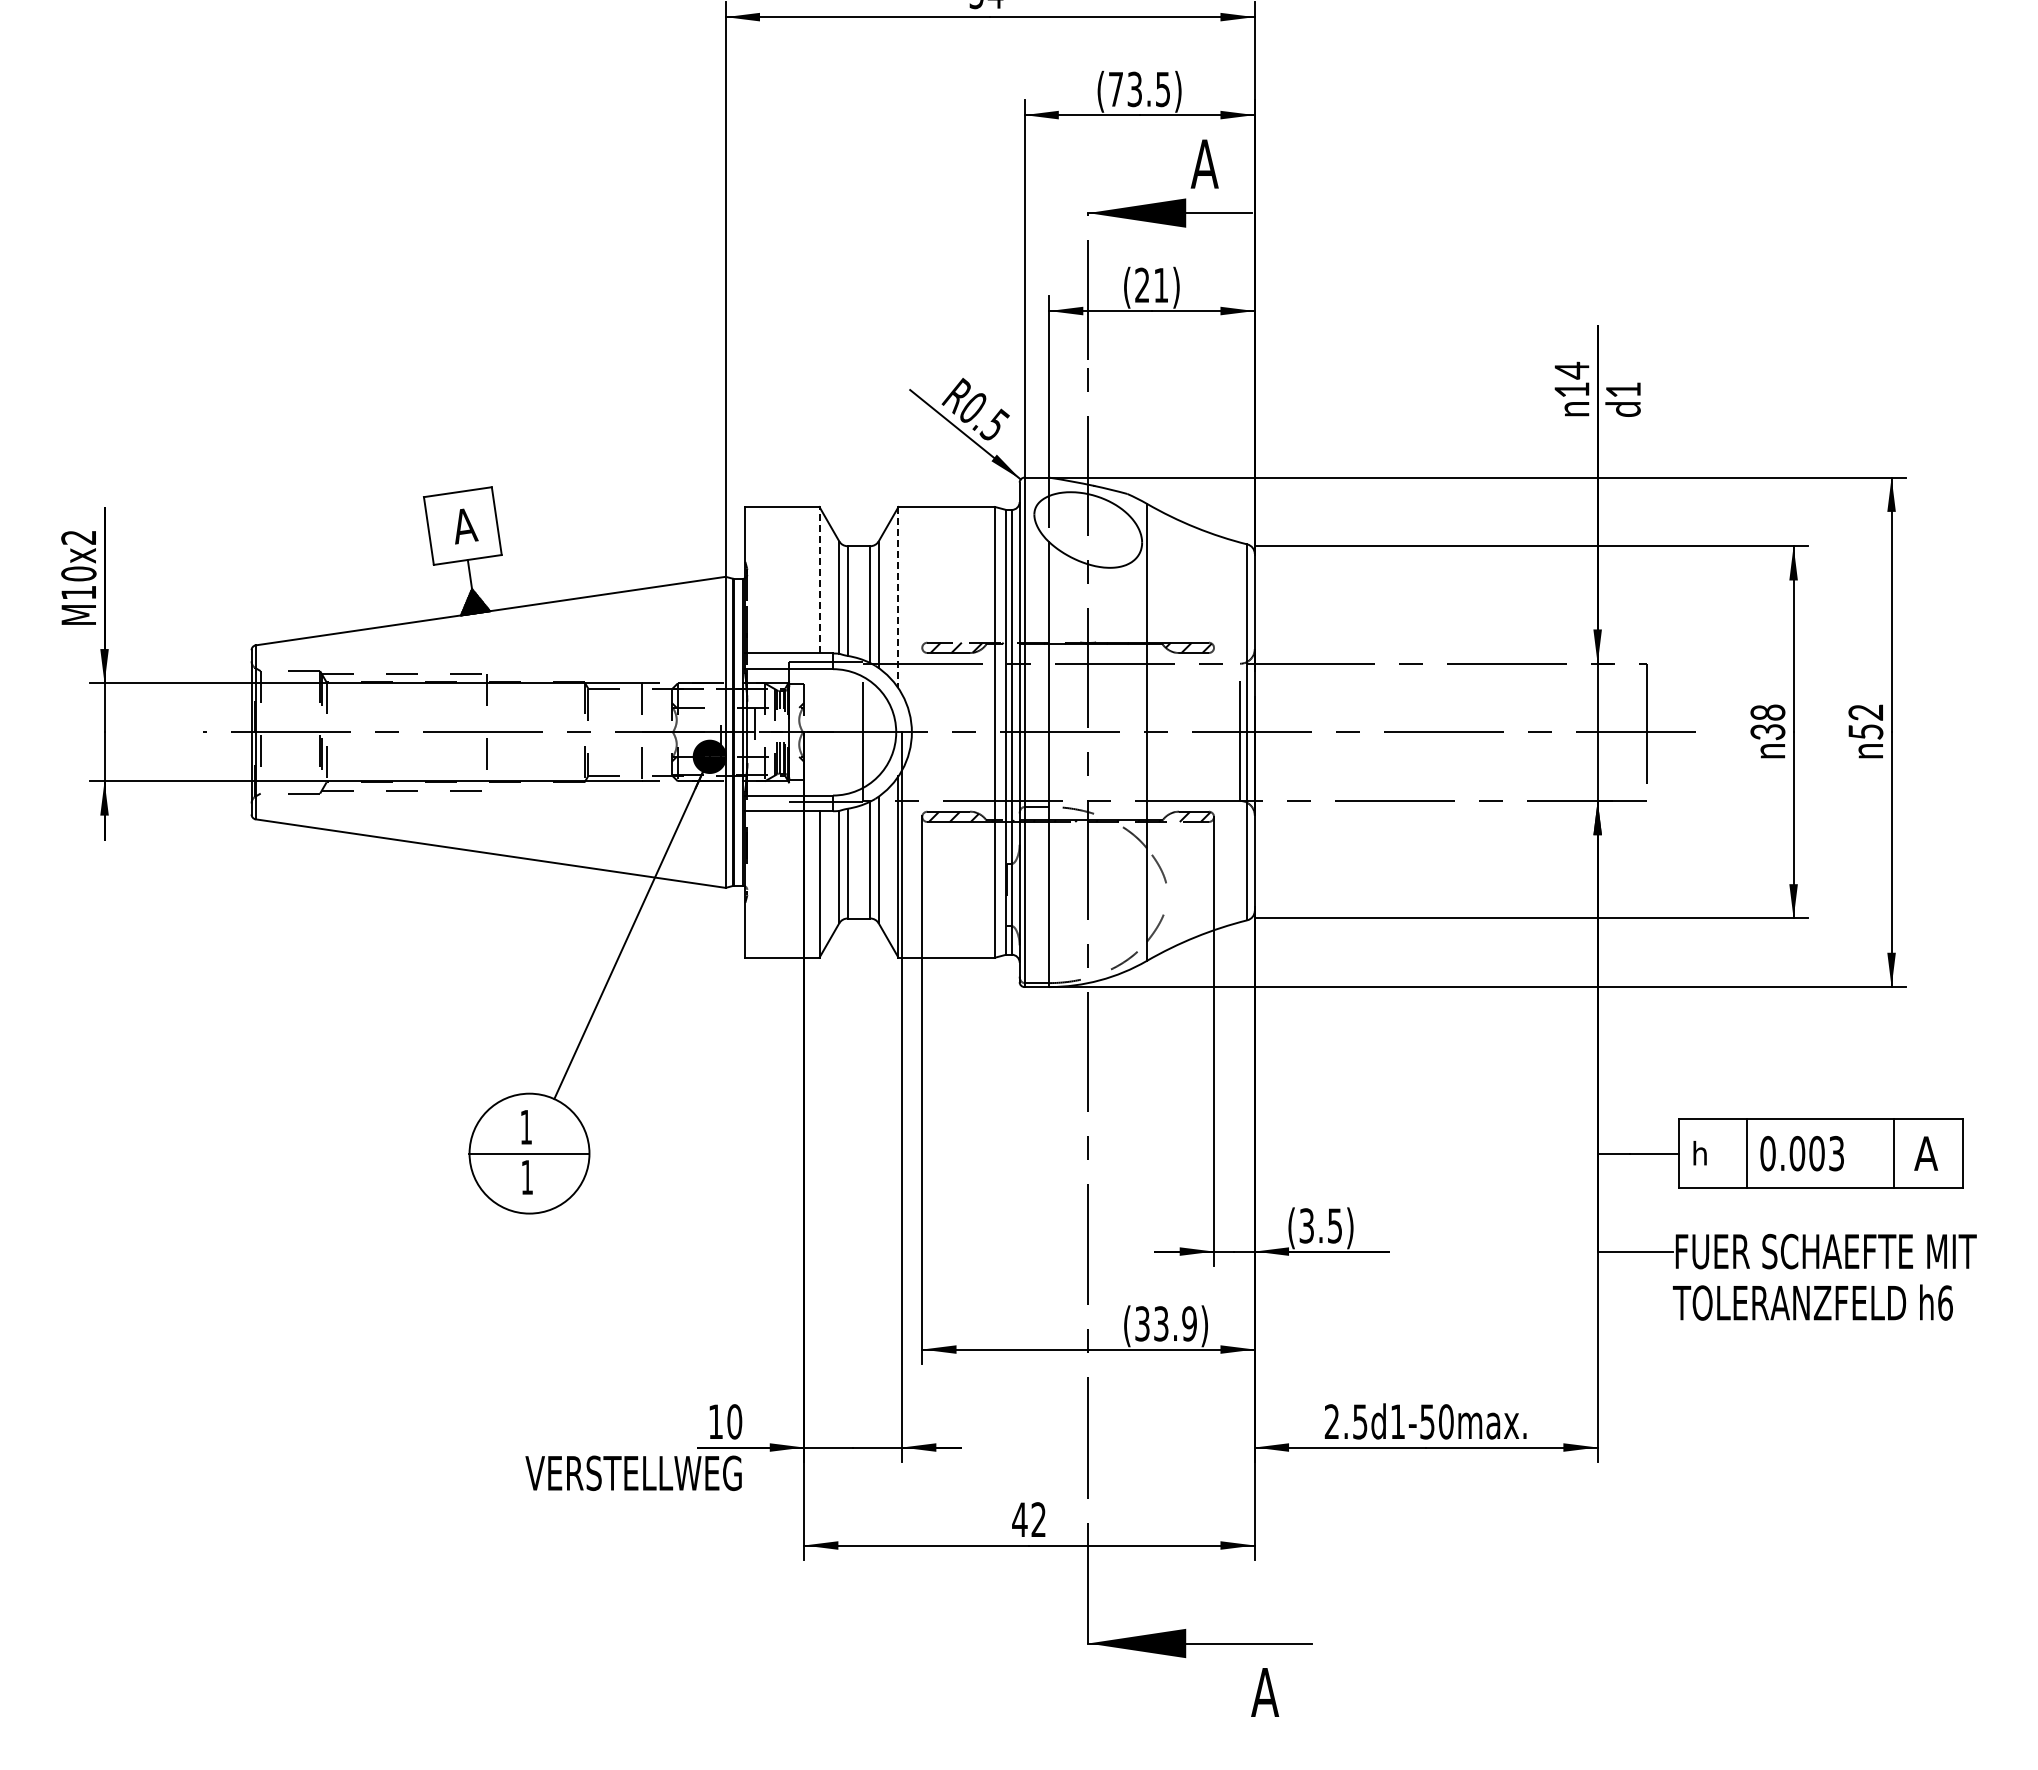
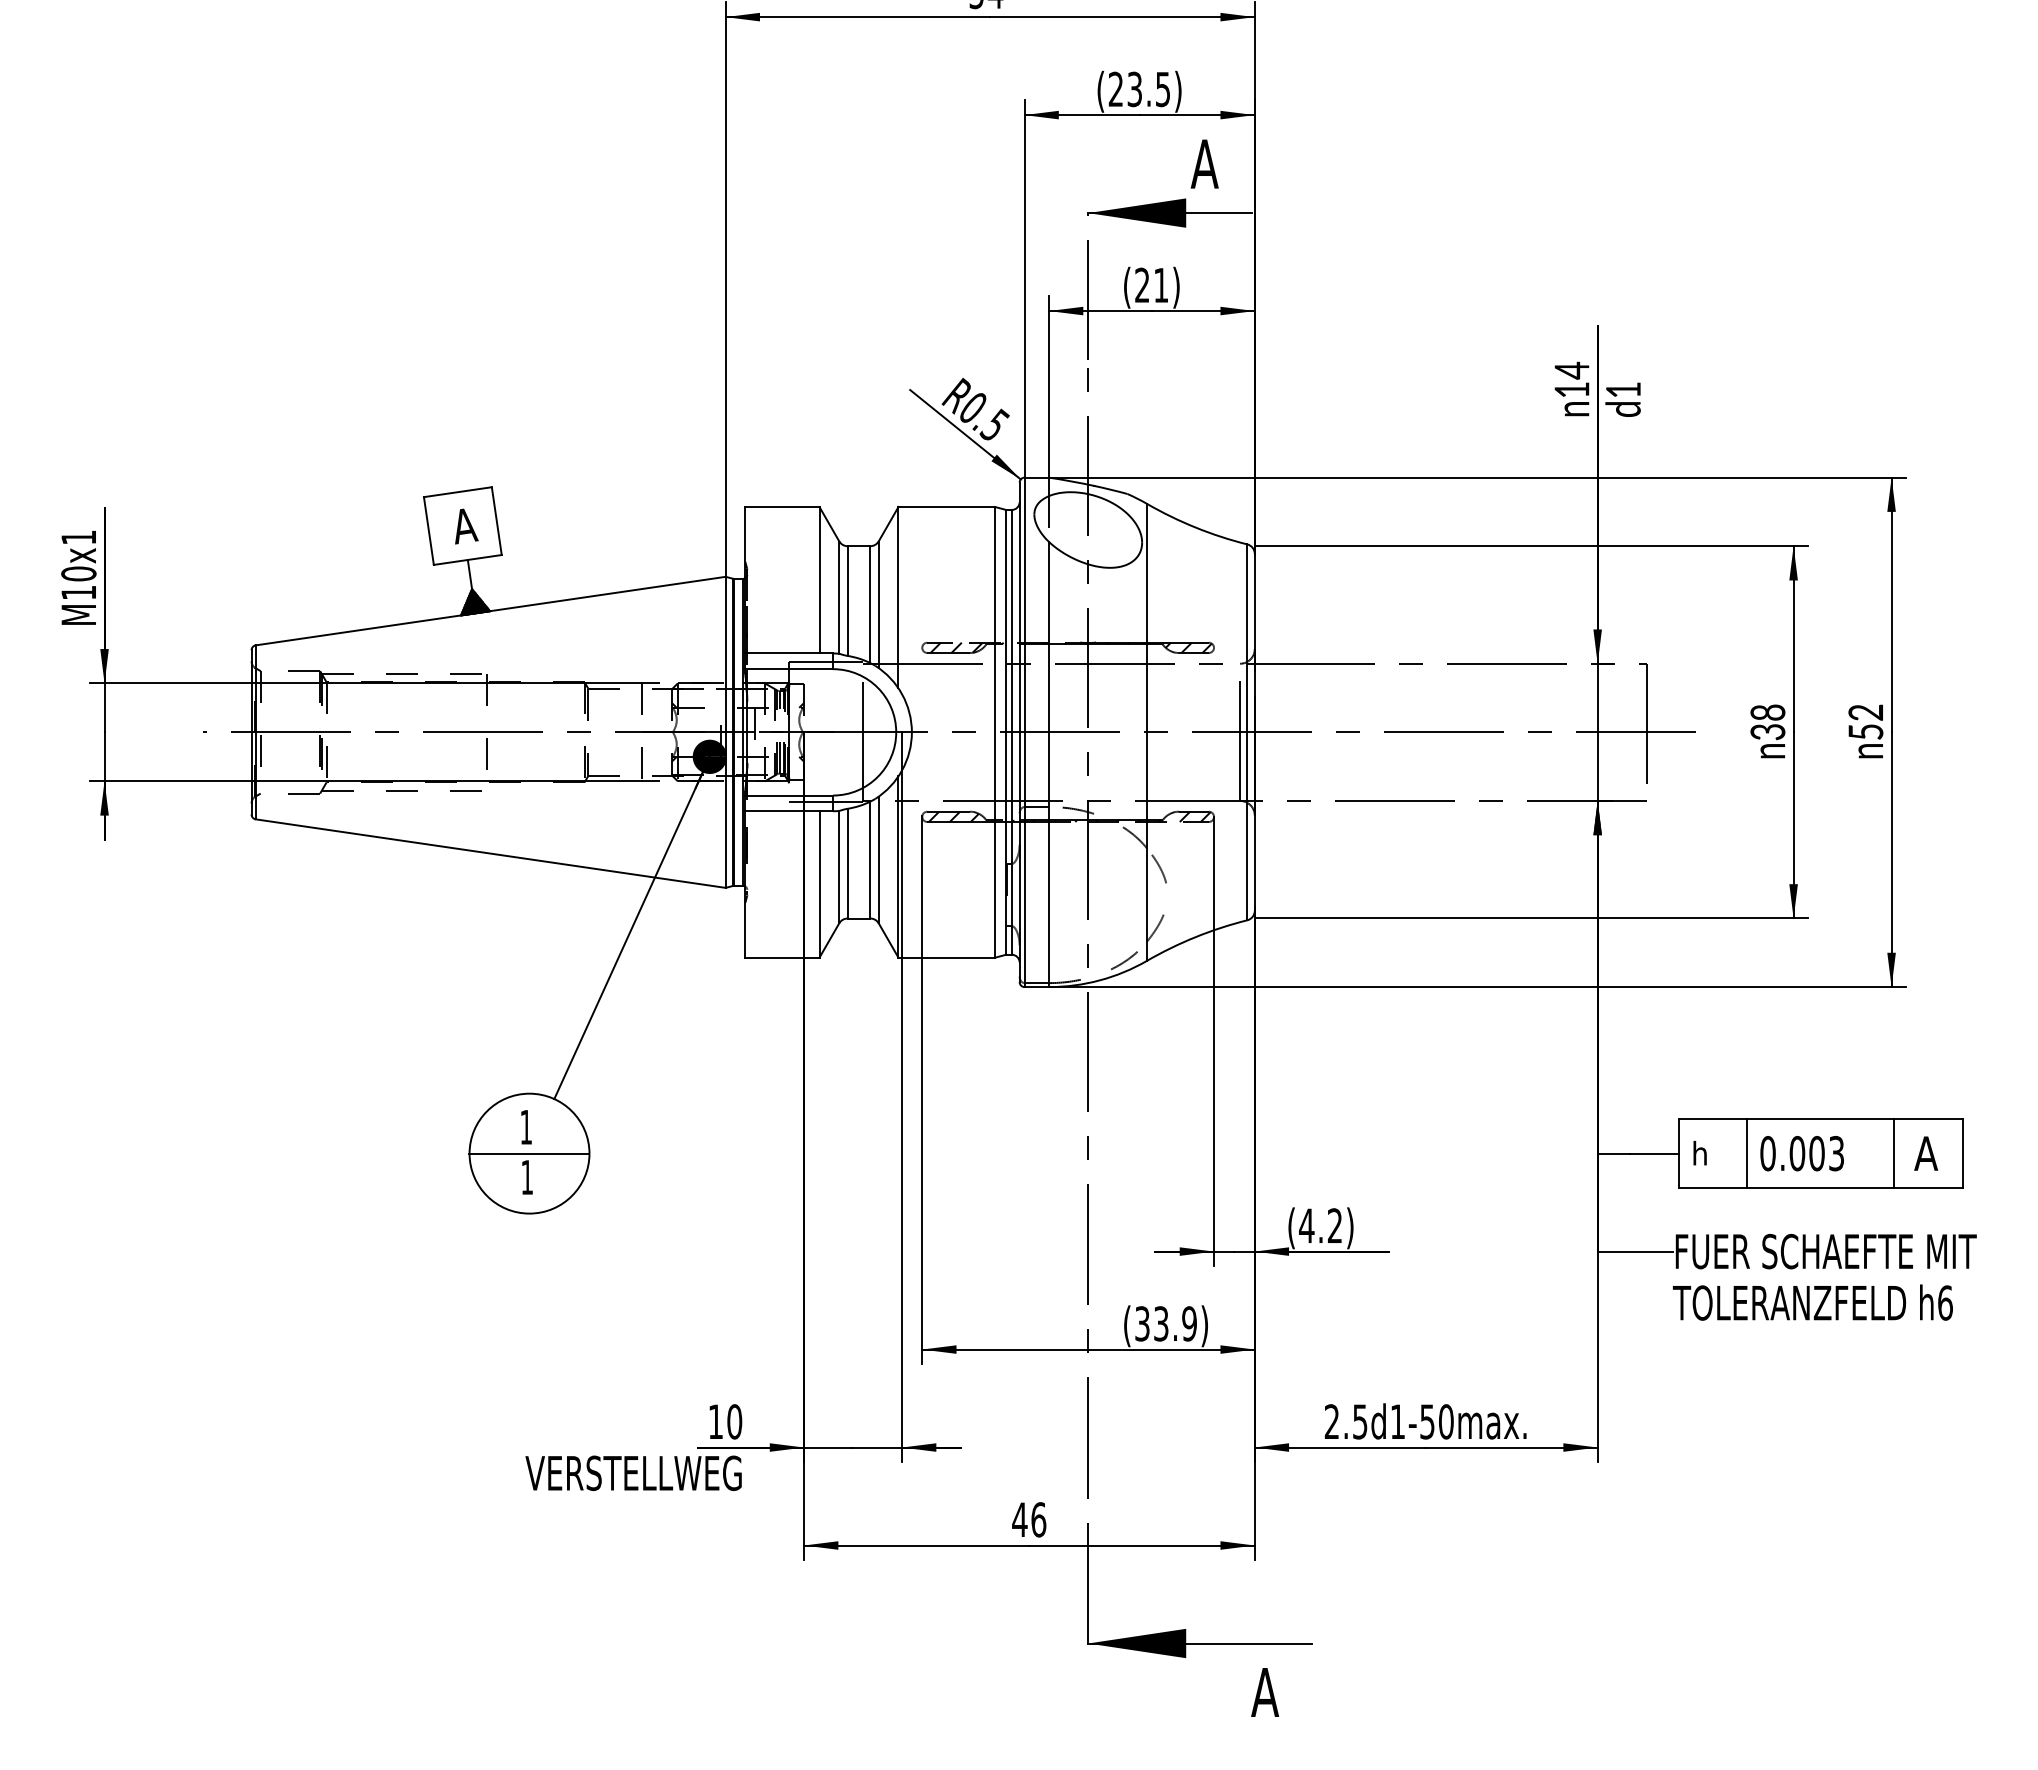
text at (1115, 88): (73.5) -> (23.5)
text at (78, 537): M10x2 -> M10x1
line at (819, 579): dashed -> solid
line at (898, 597): dashed -> solid
text at (1320, 1225): (3.5) -> (4.2)
text at (1038, 1519): 42 -> 46
